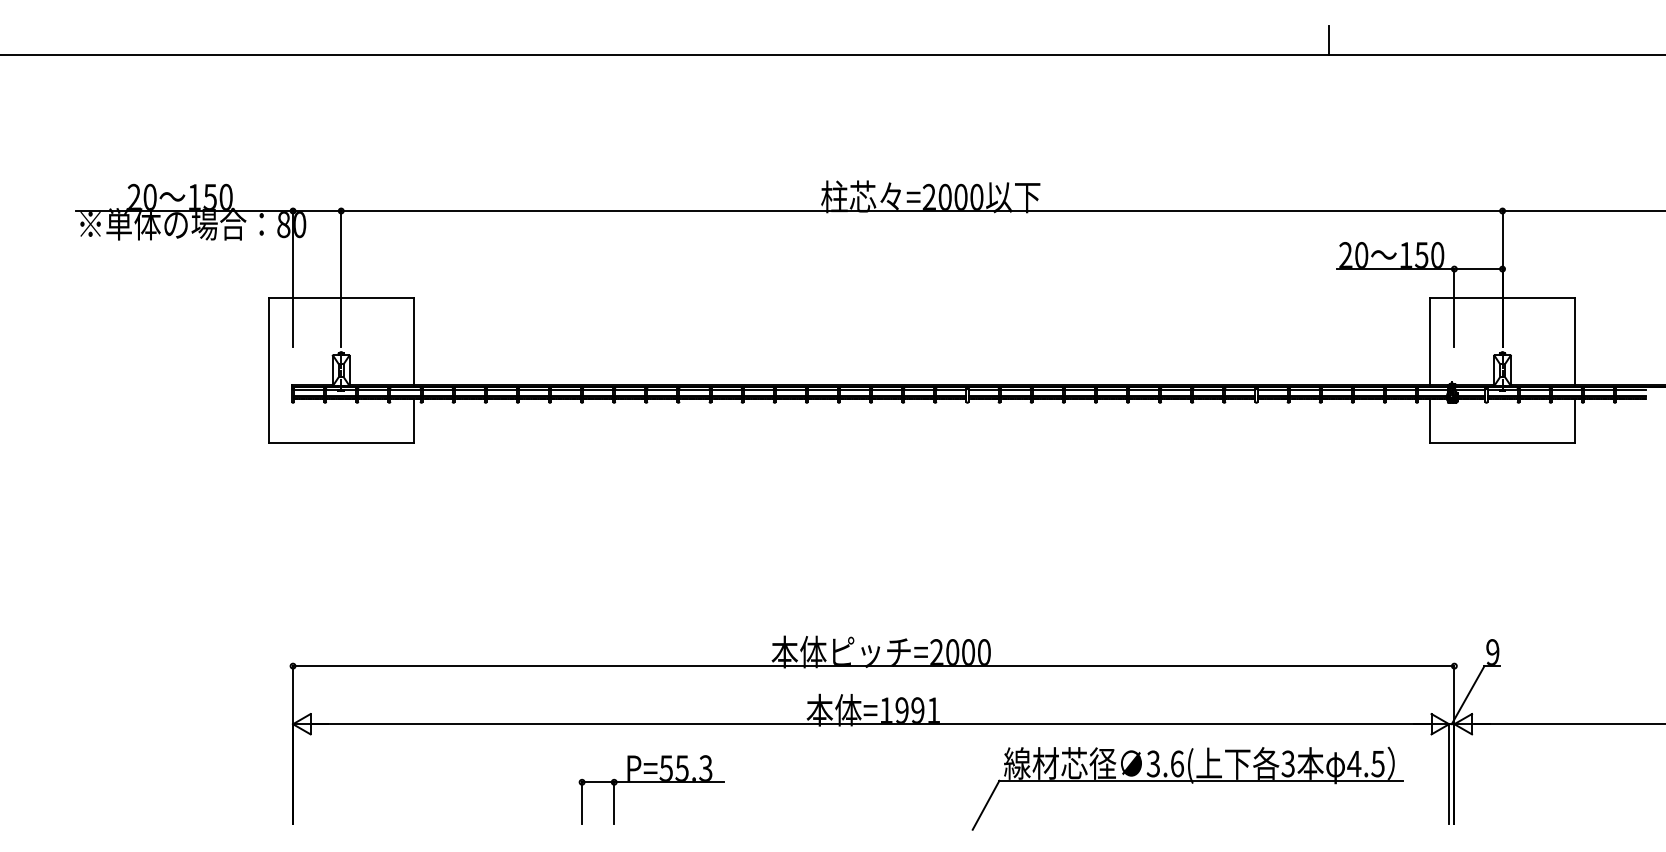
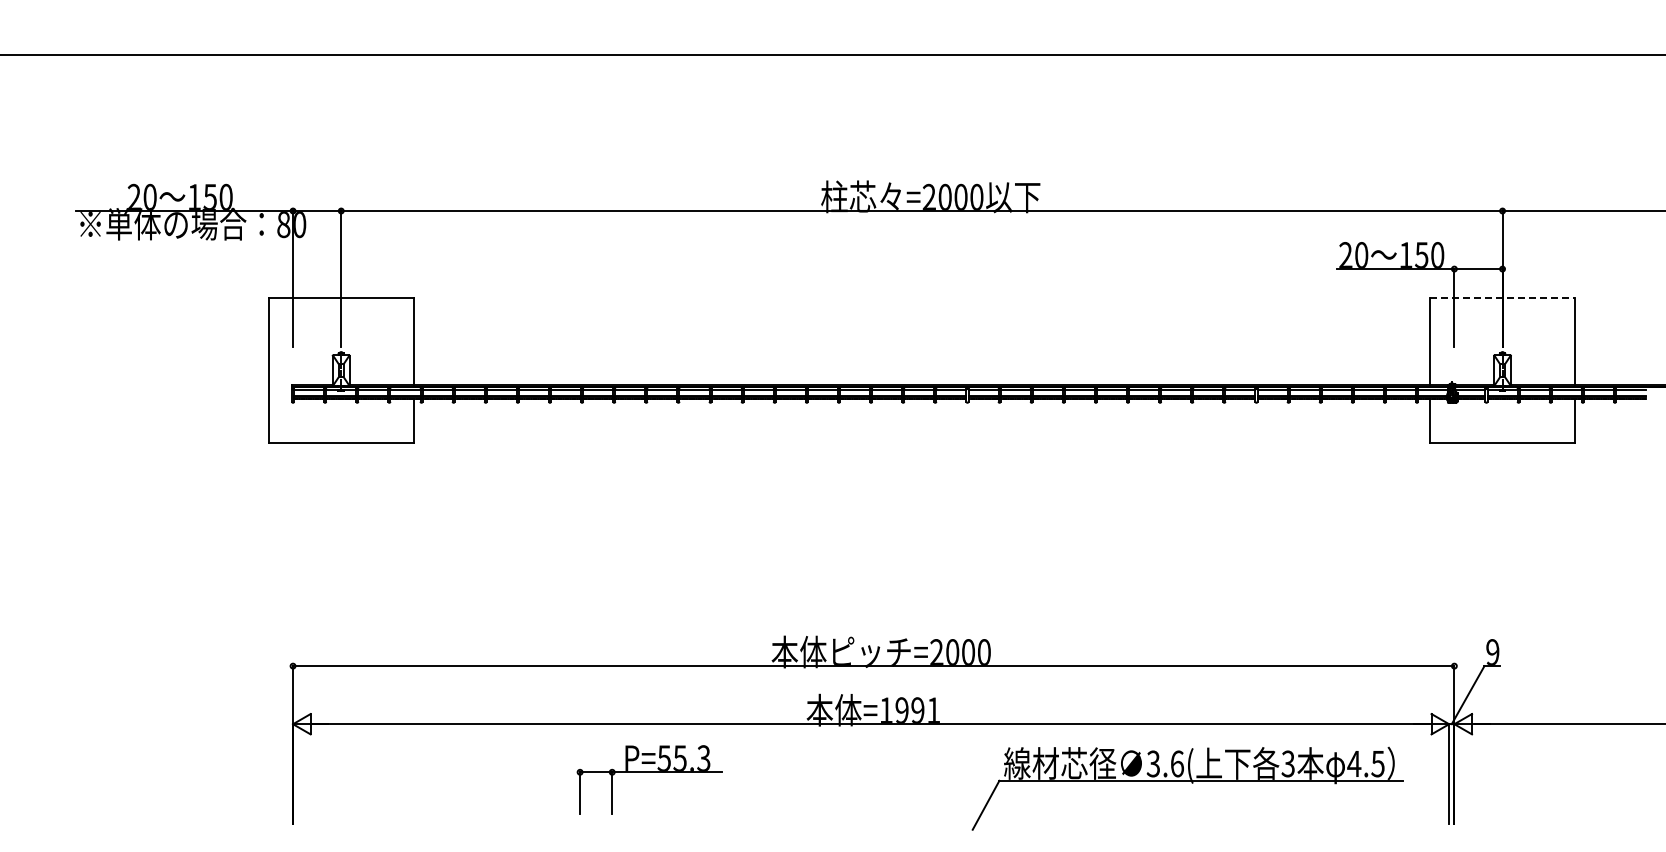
line at (1329, 39): present -> none
line at (1502, 298): solid -> dashed
part at (651, 782) position: (651, 782) -> (649, 772)
